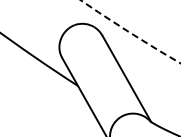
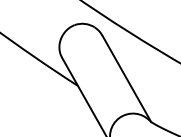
arc at (129, 32): dashed -> solid
